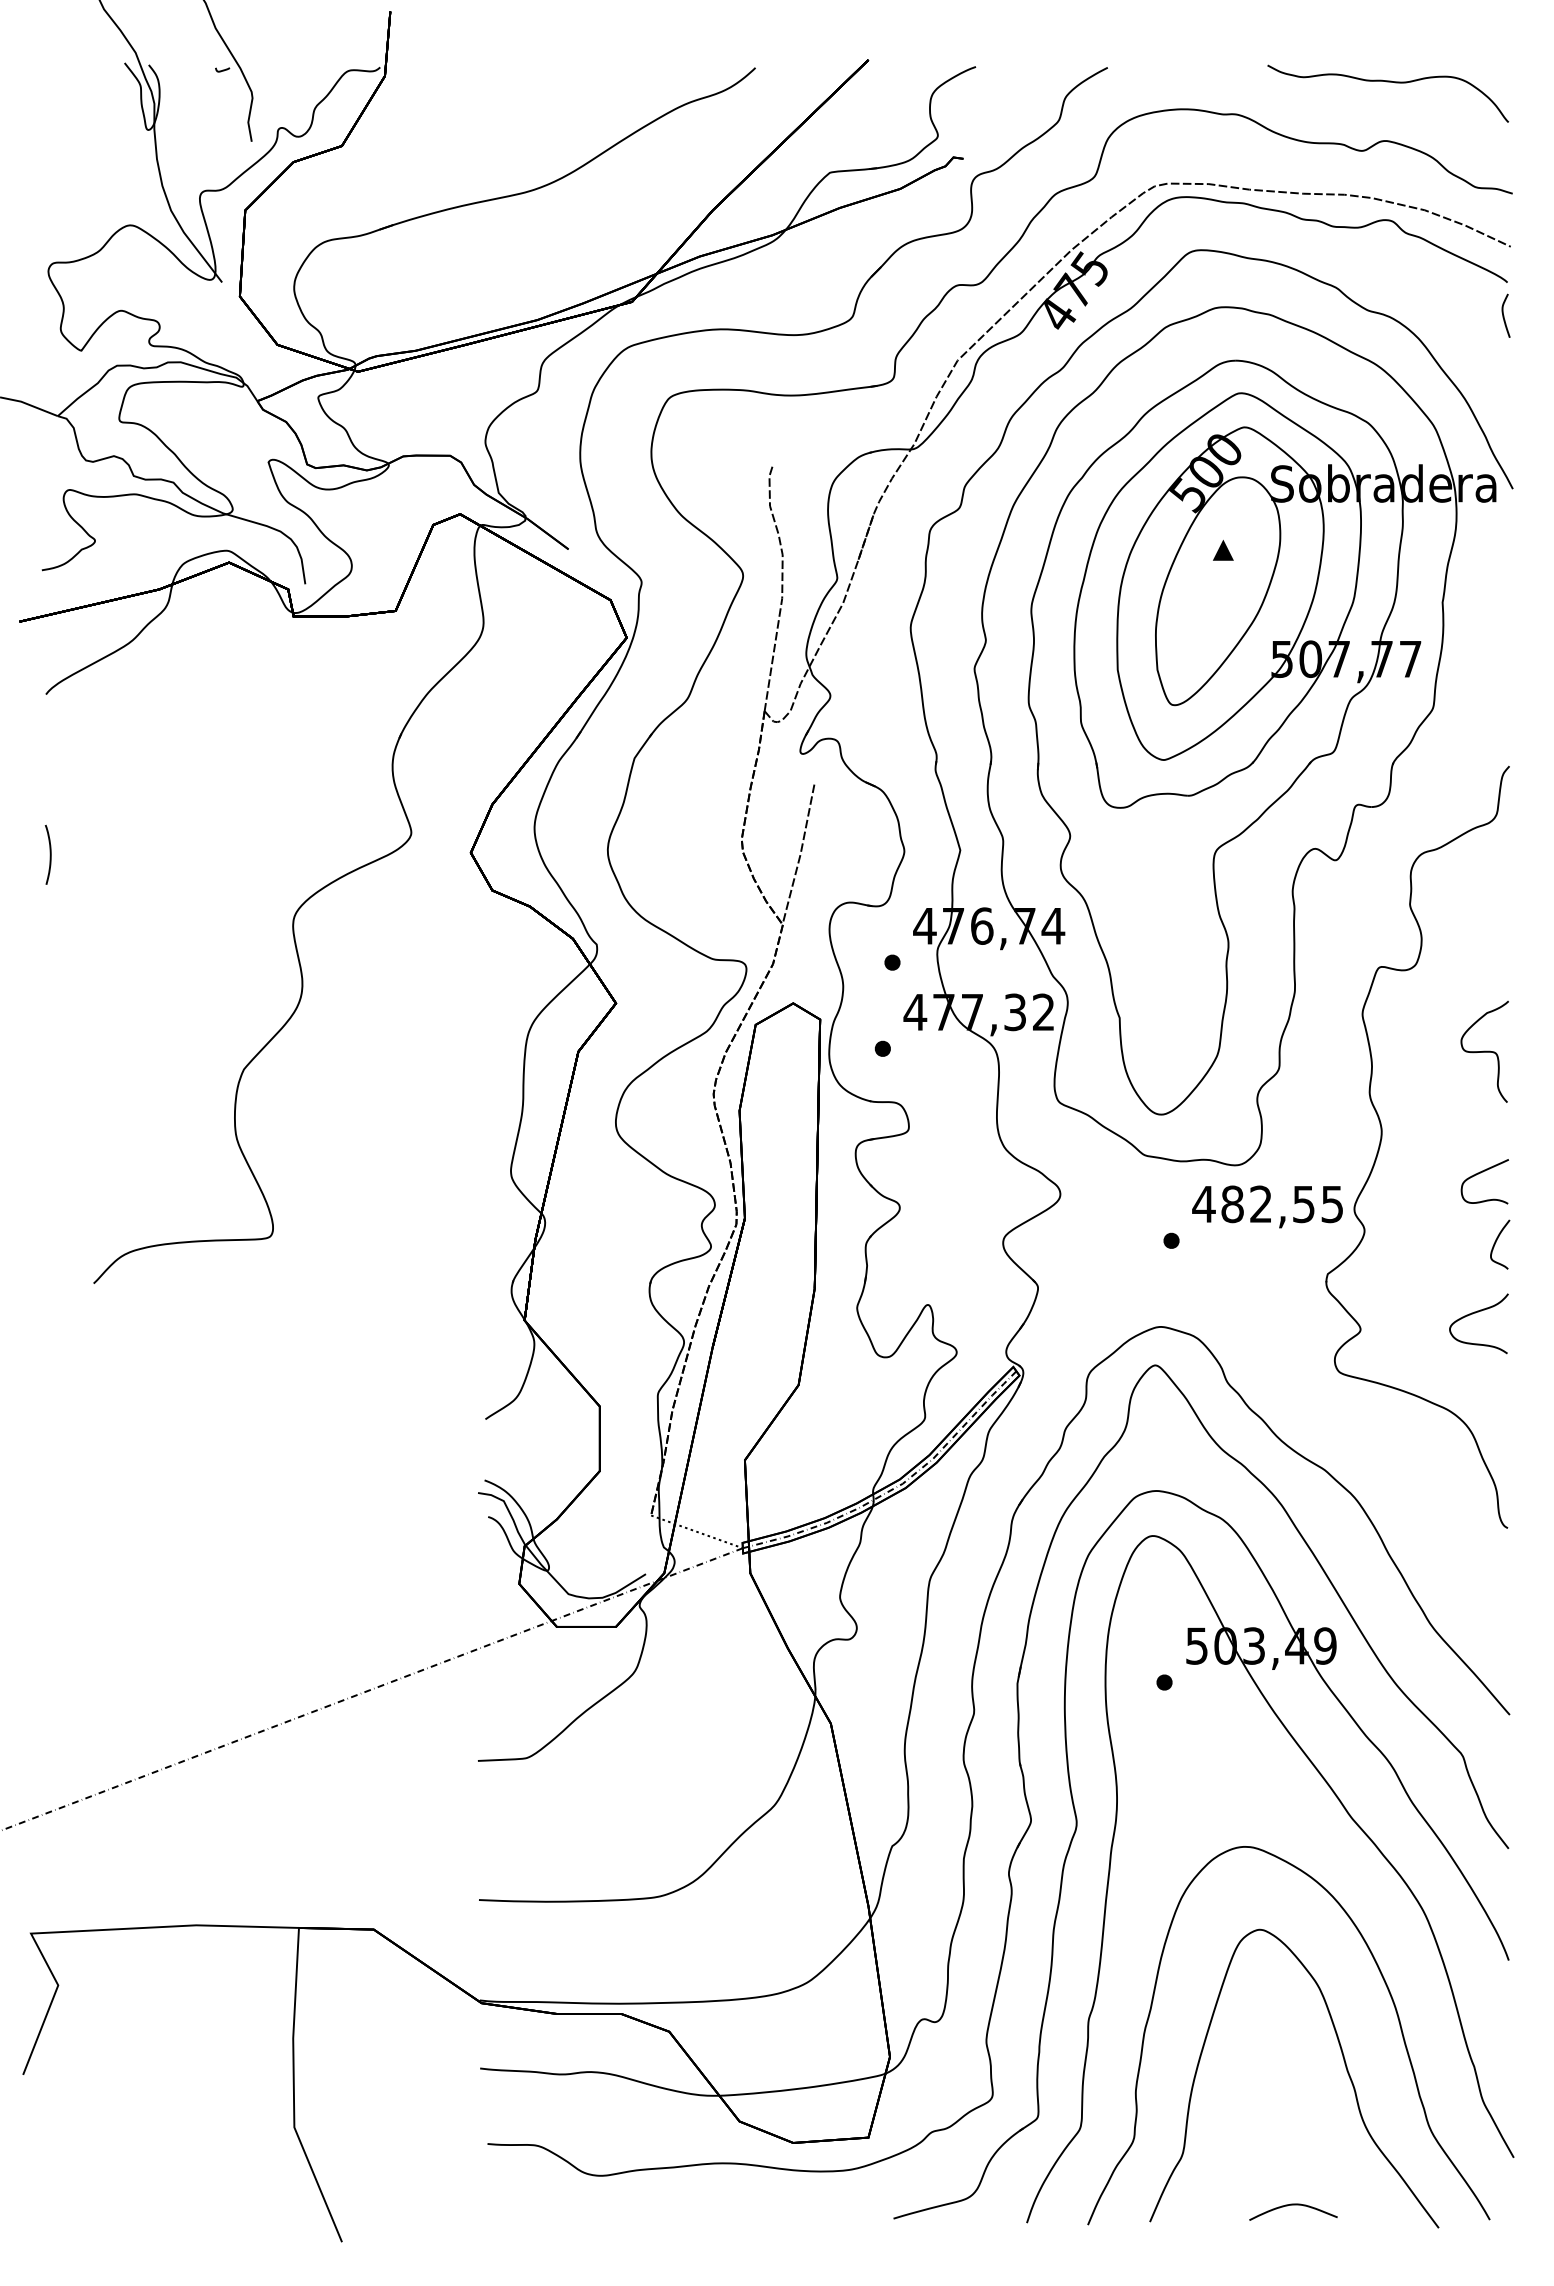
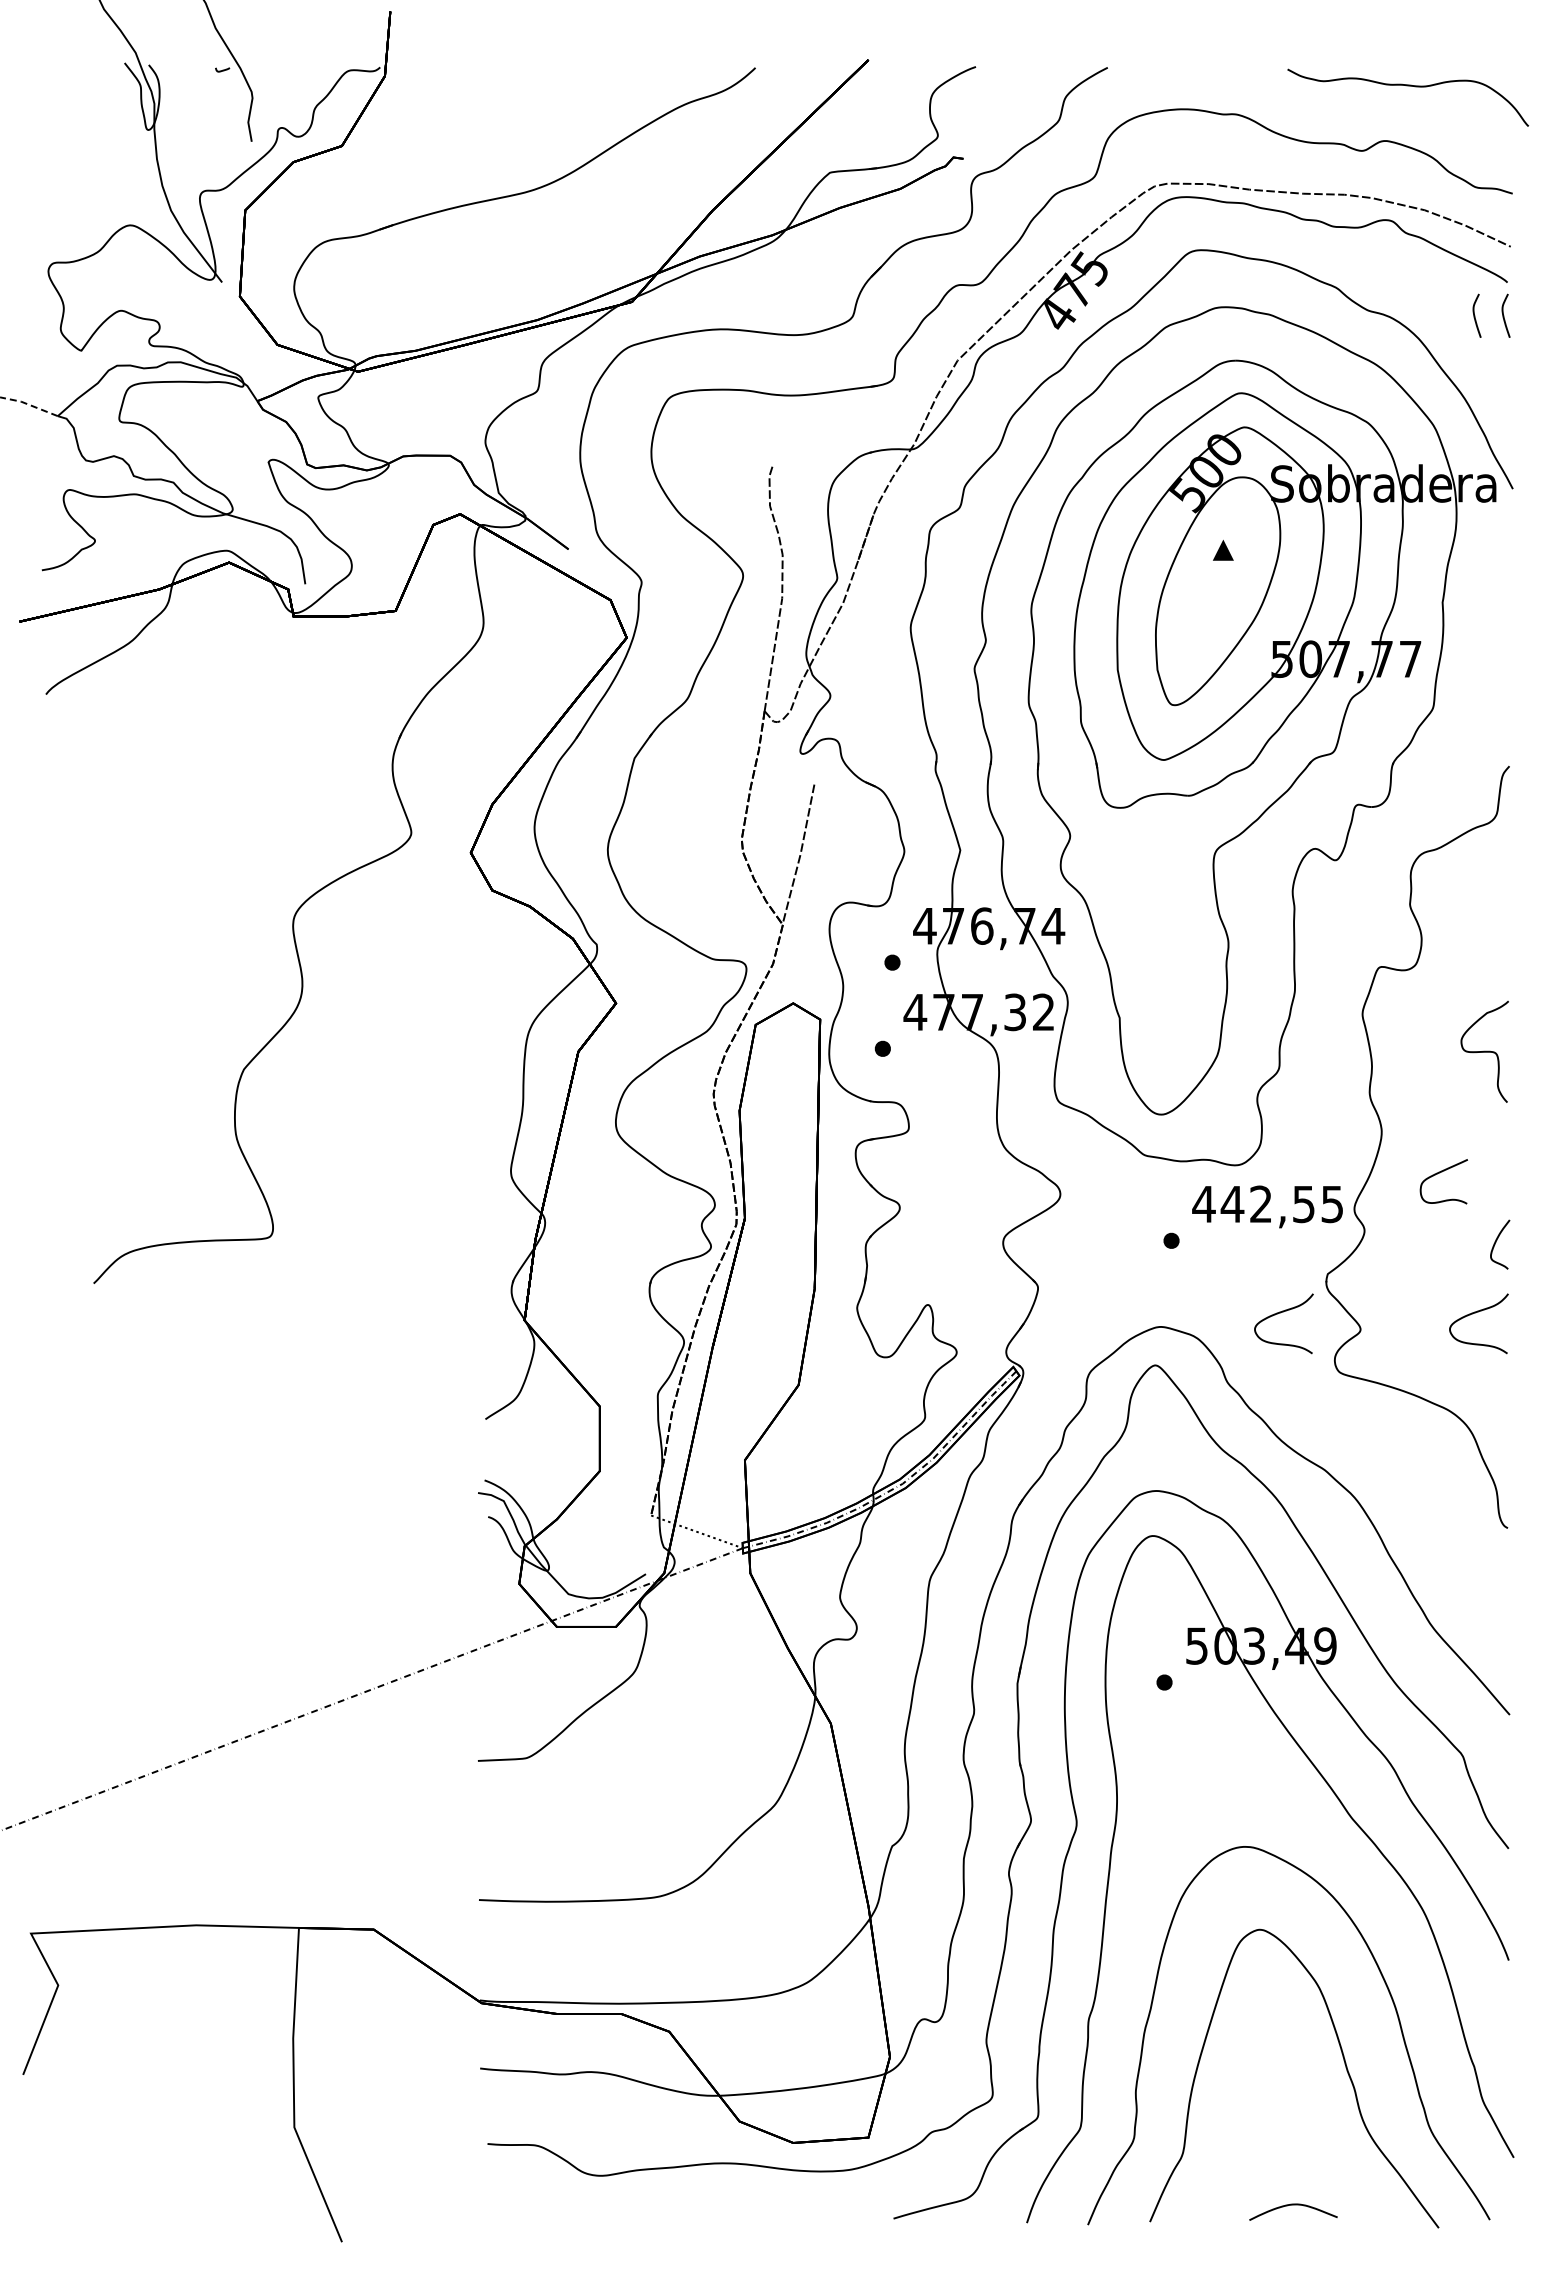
curve at (1387, 82) position: (1387, 82) -> (1407, 86)
curve at (1475, 315): none -> present
line at (28, 404): solid -> dashed
curve at (49, 854): present -> none
curve at (1480, 1173) position: (1480, 1173) -> (1439, 1173)
text at (1232, 1204): 482,55 -> 442,55
curve at (1280, 1313): none -> present
